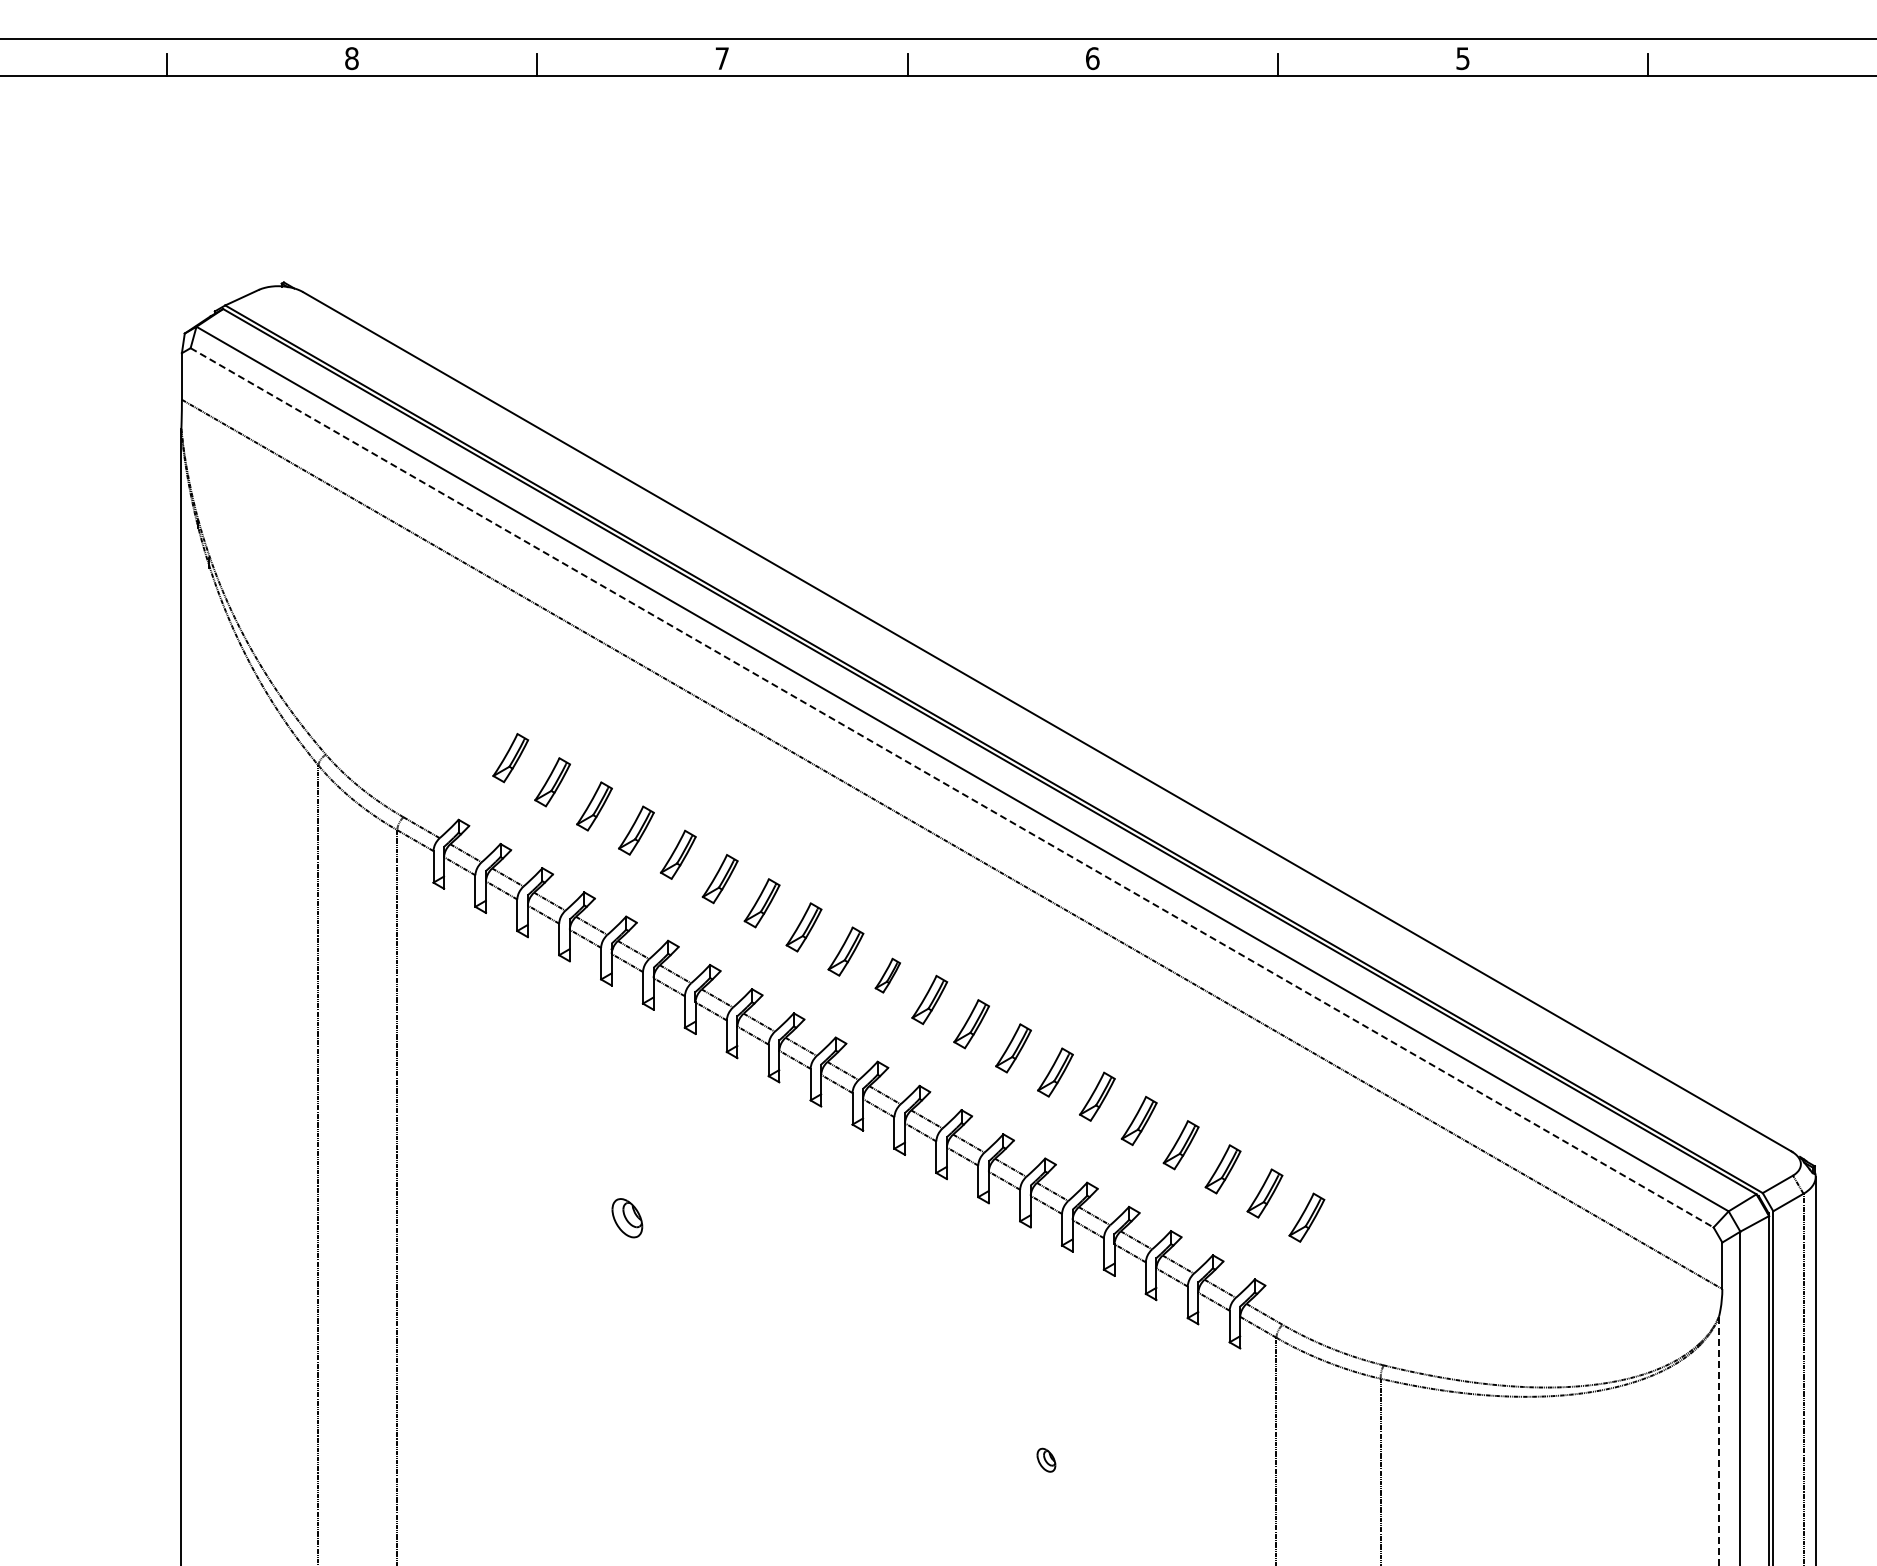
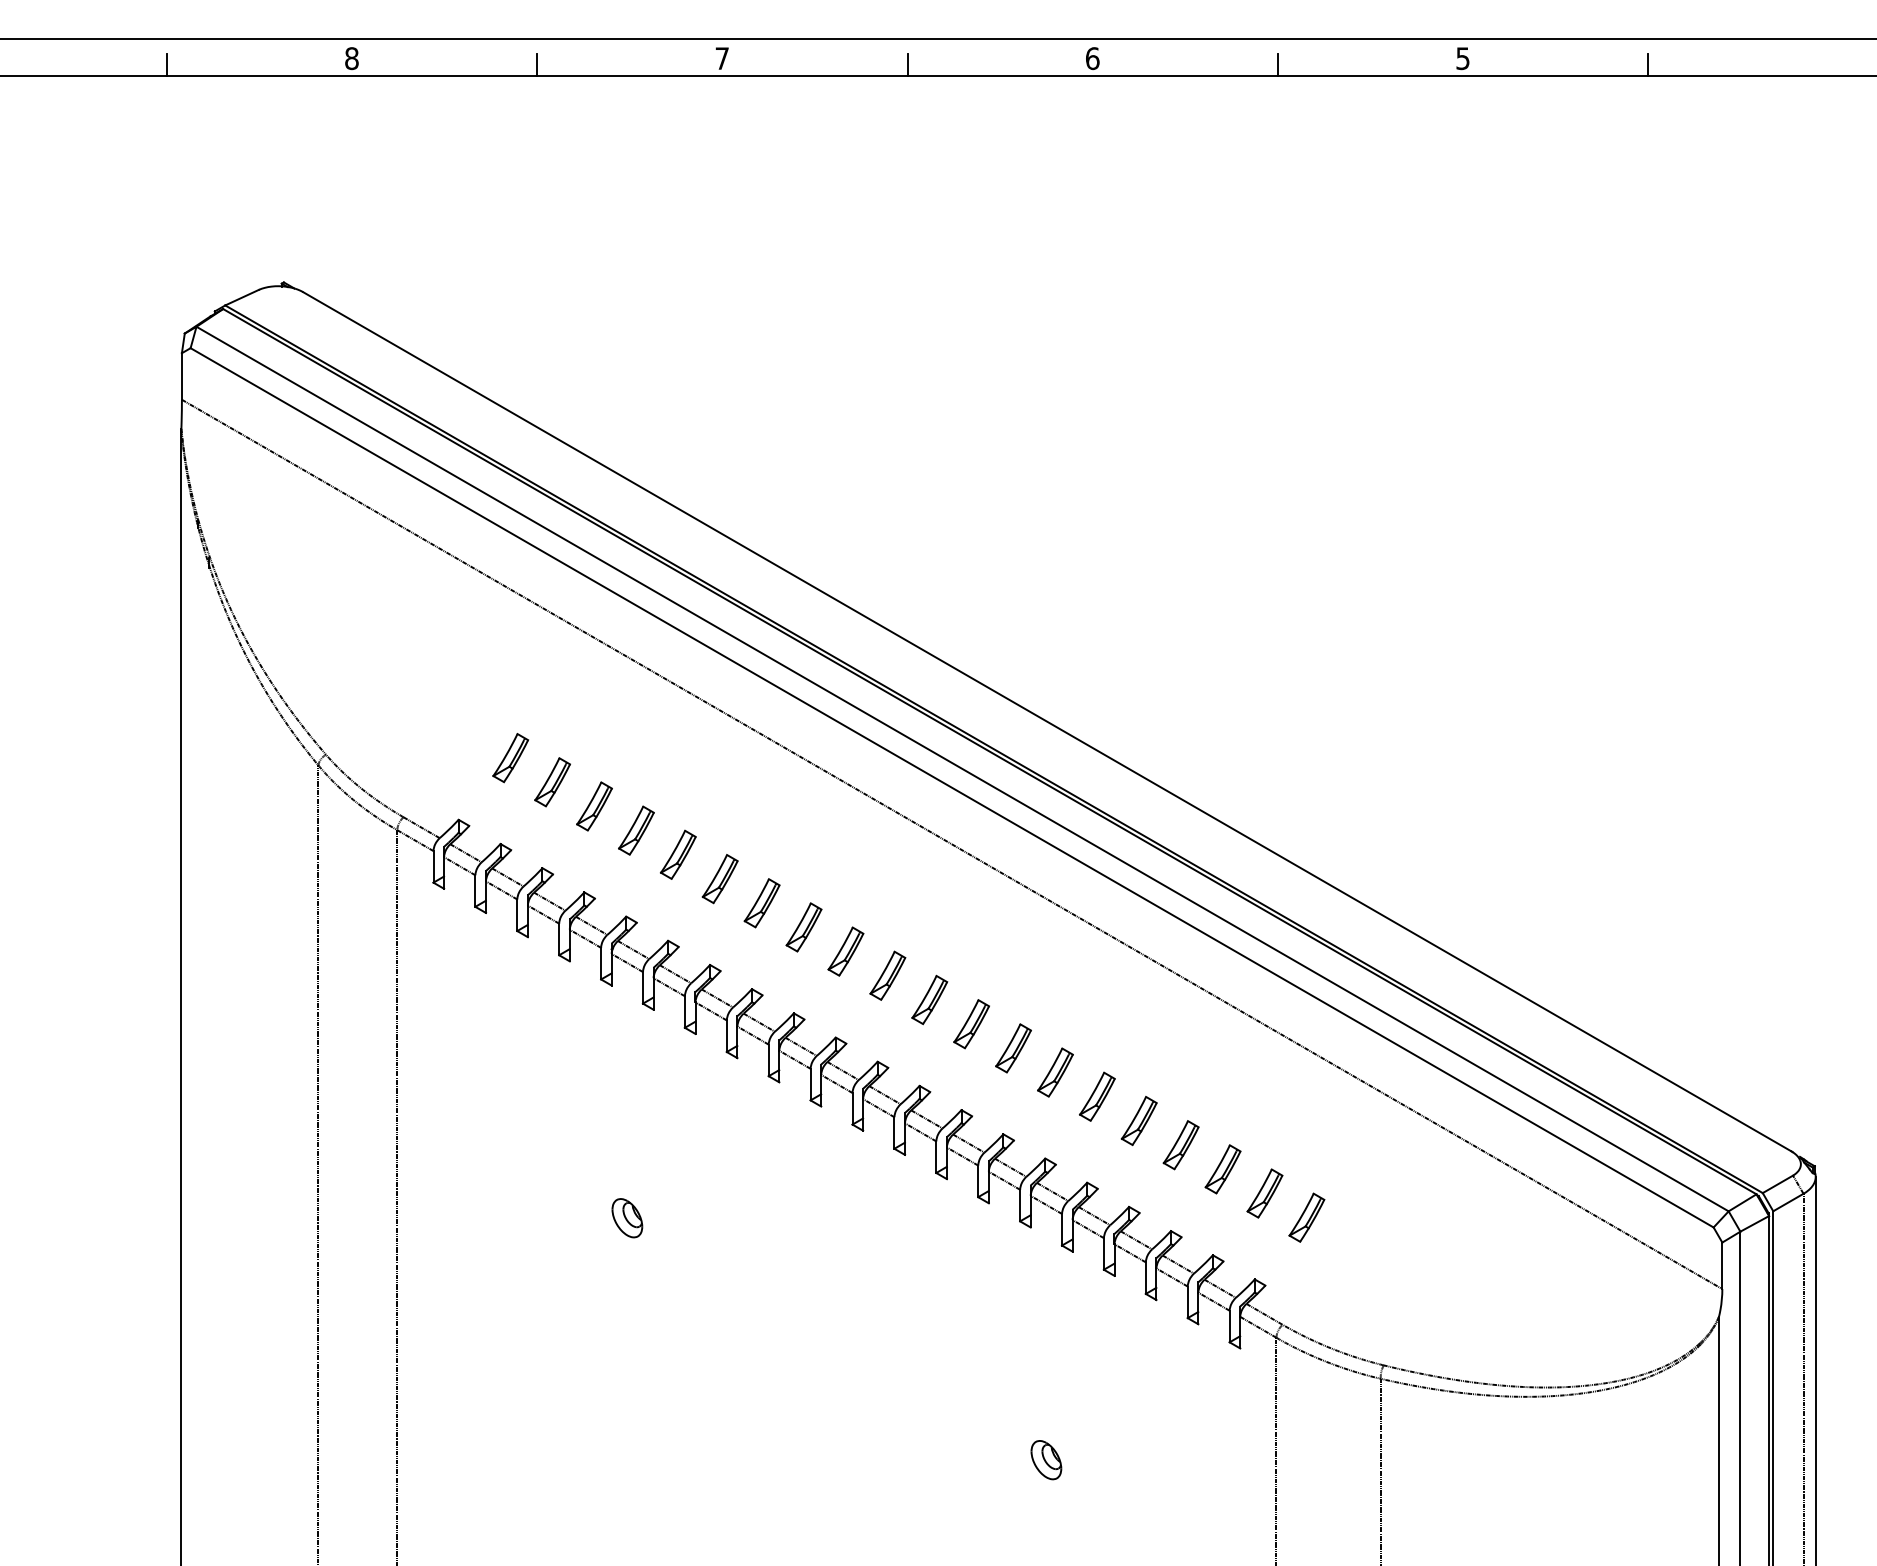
line at (952, 788): dashed -> solid
part at (887, 975) size: 27x37 px -> 38x51 px
line at (1719, 1441): dashed -> solid
part at (1046, 1459) size: 21x26 px -> 33x41 px
